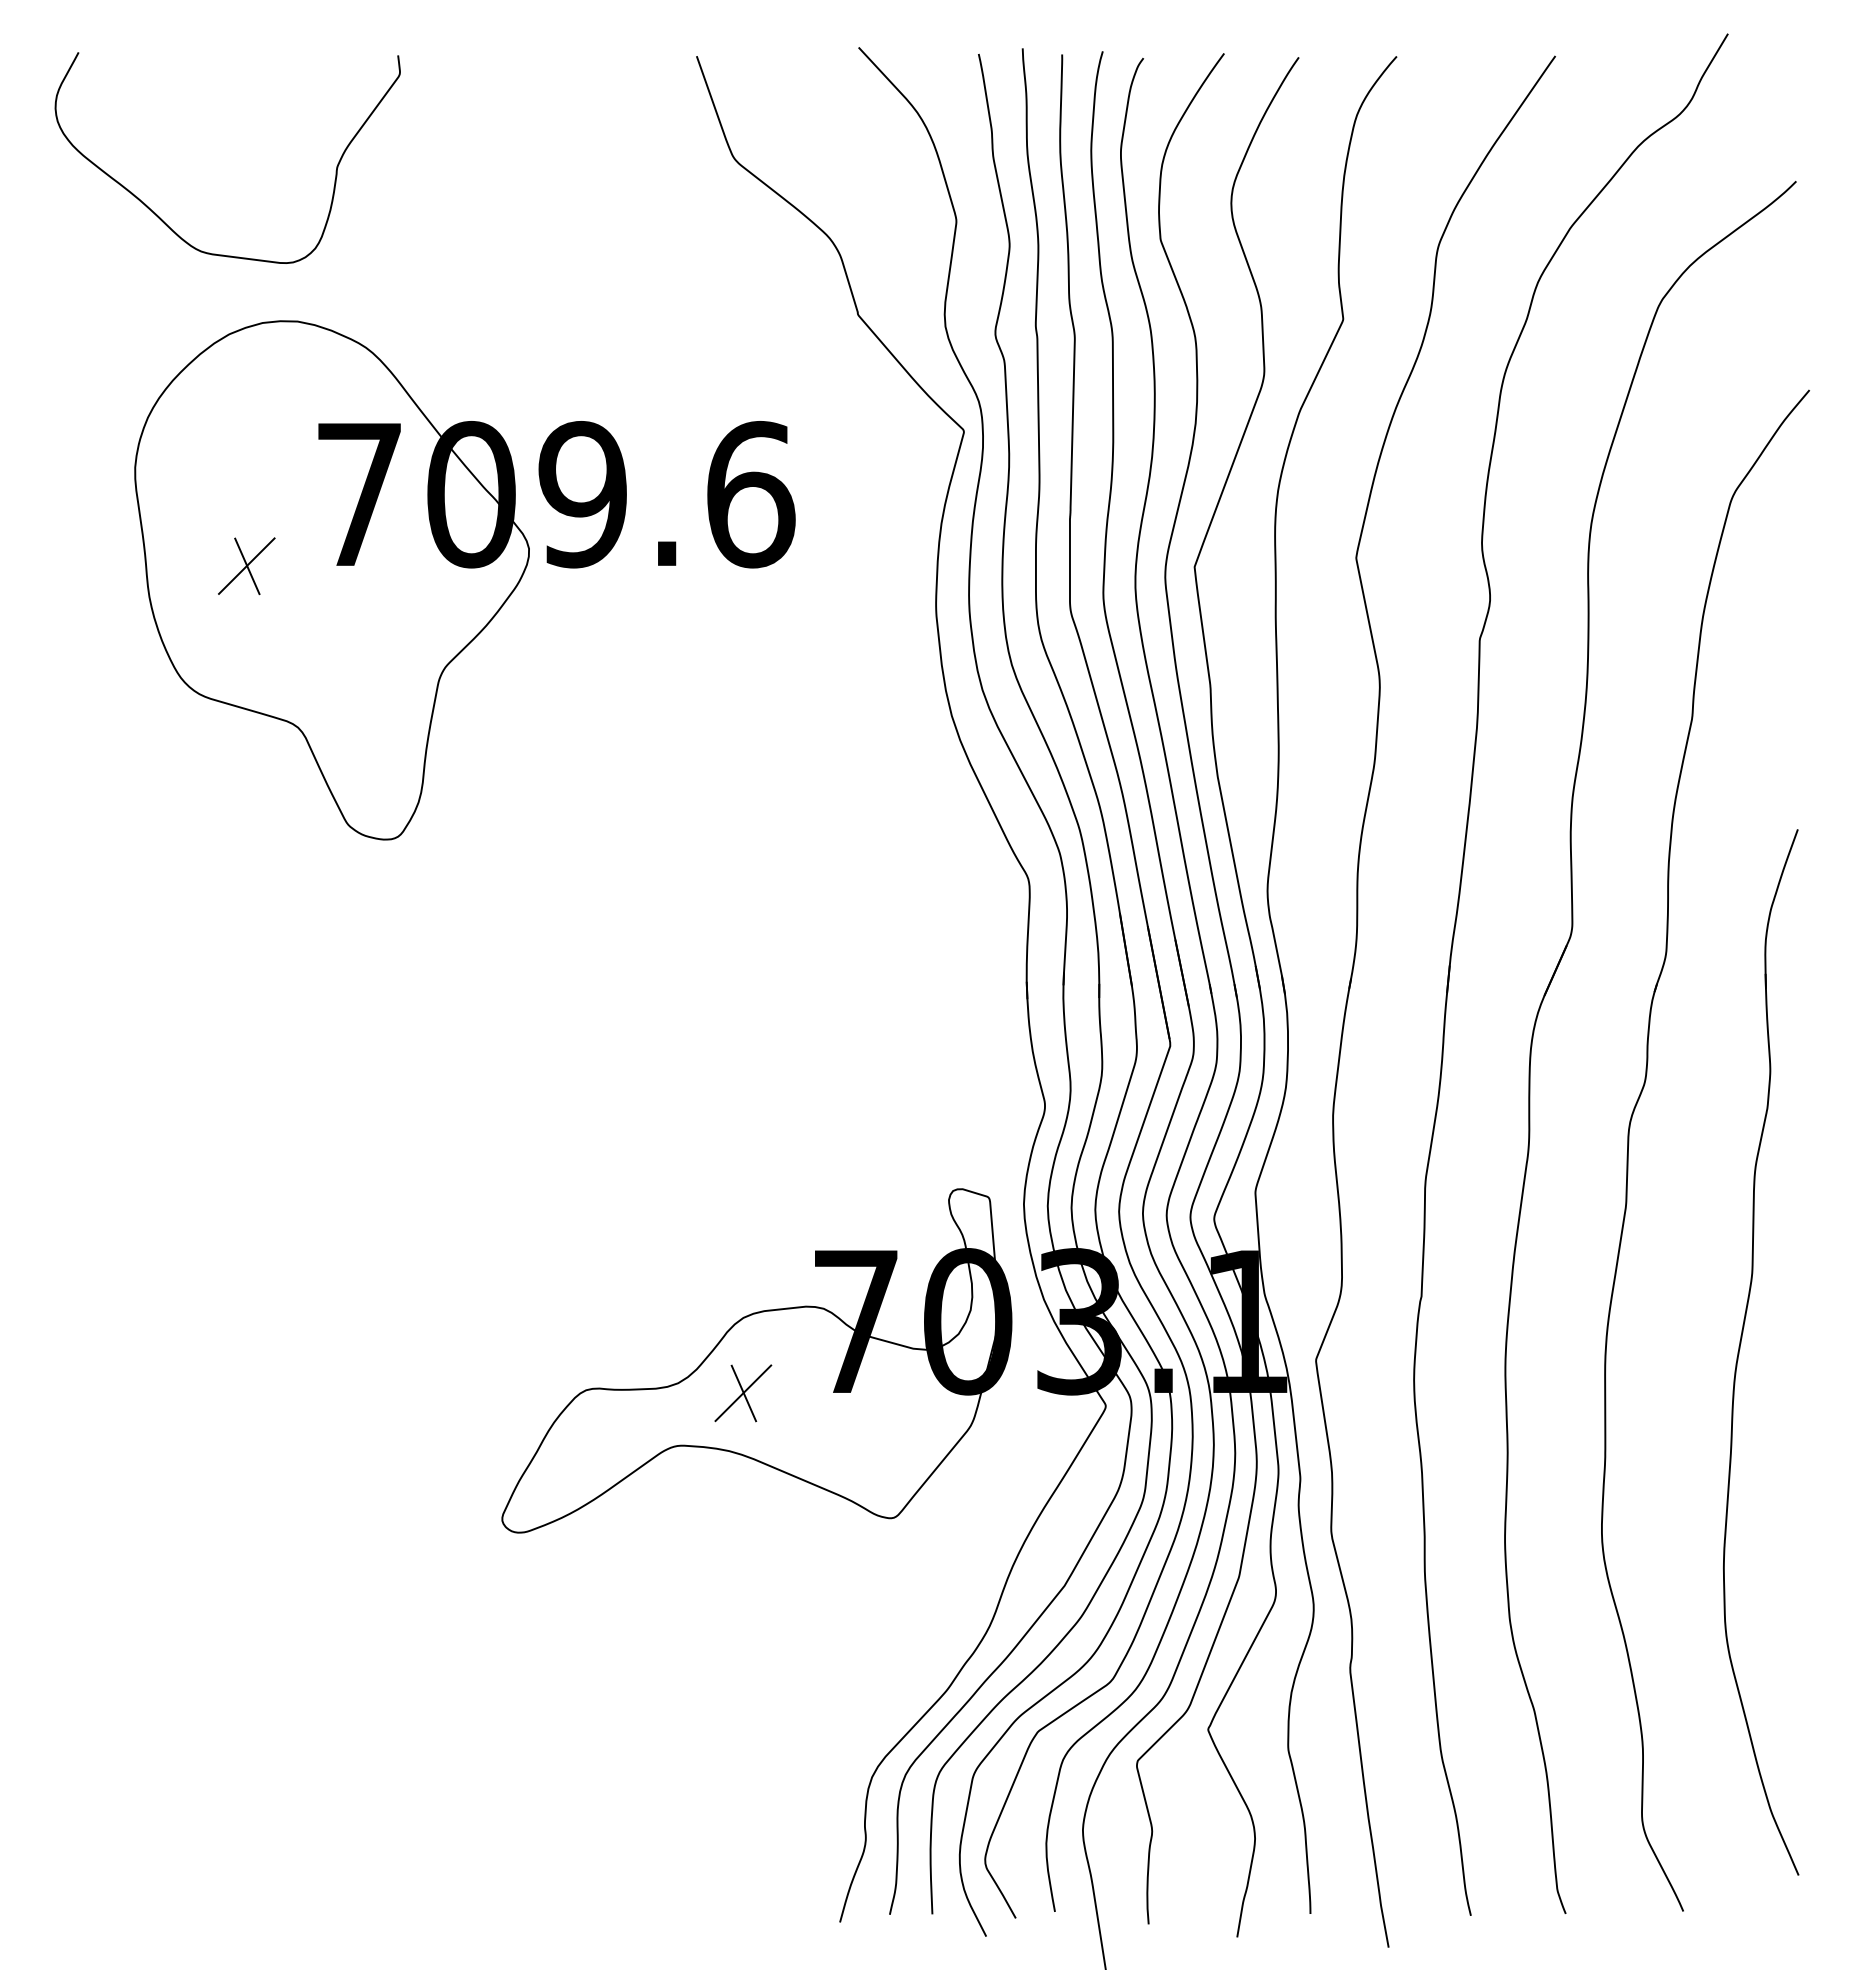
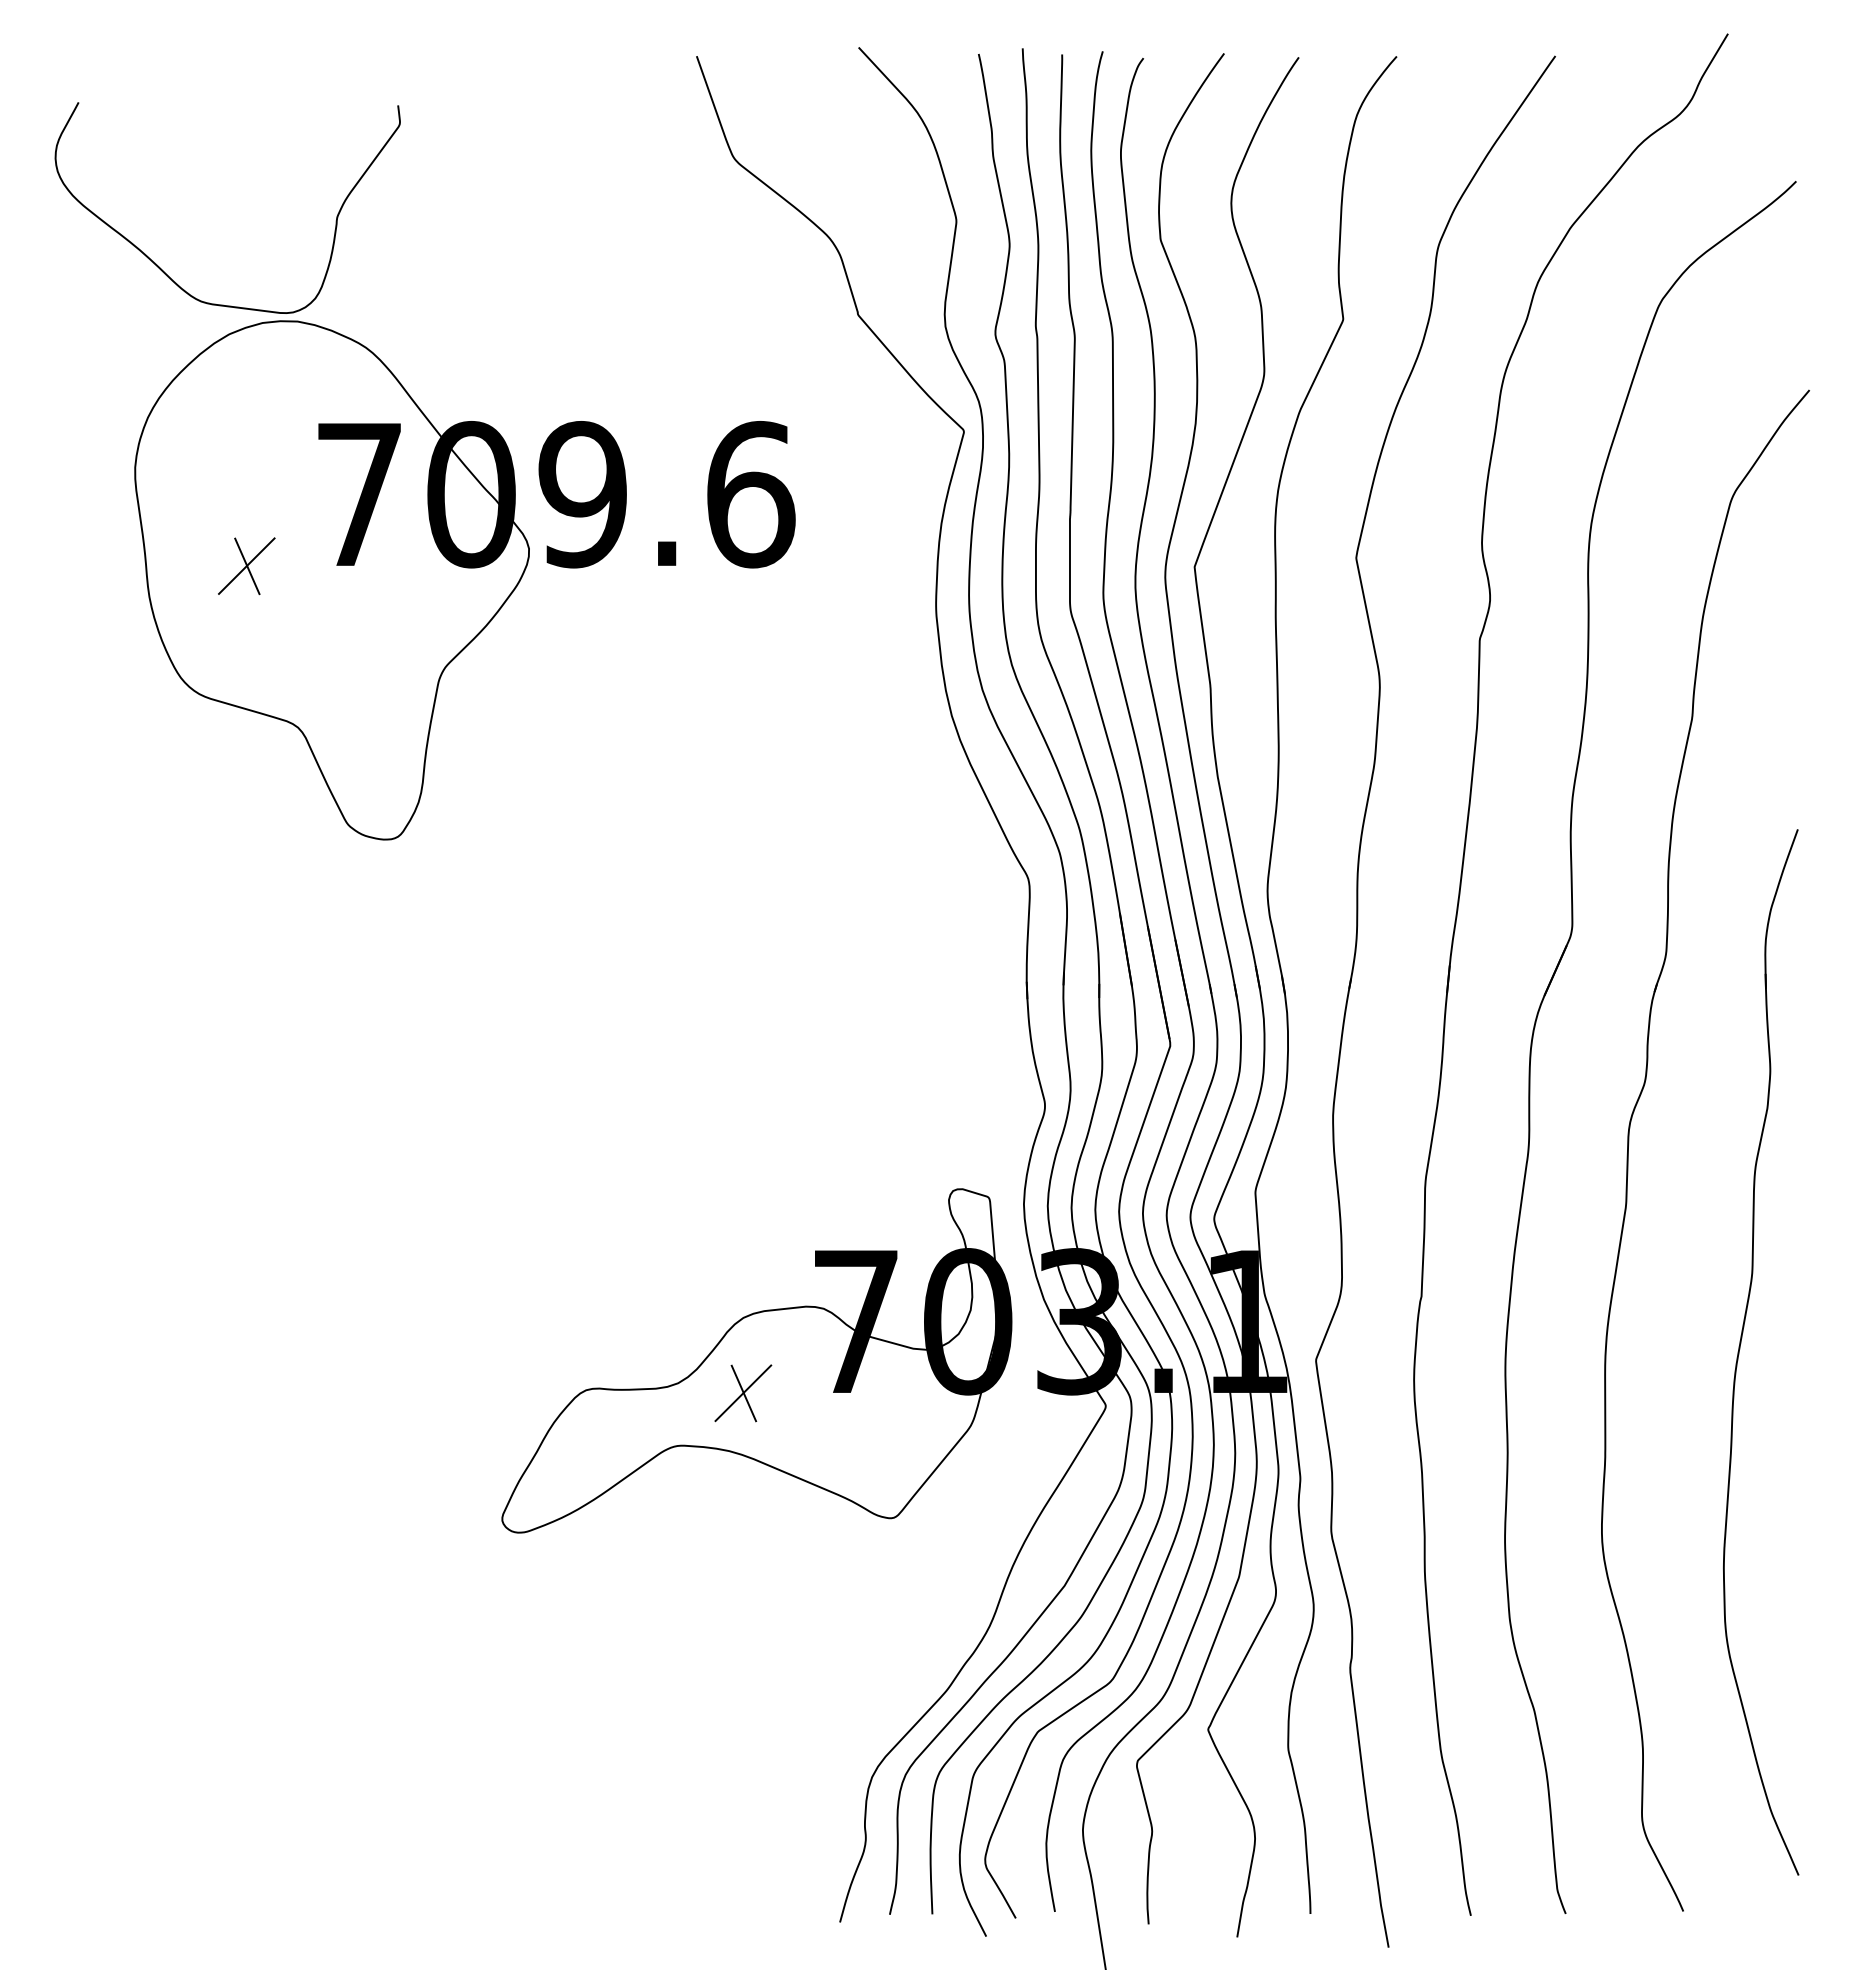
curve at (163, 220) position: (163, 220) -> (163, 270)
